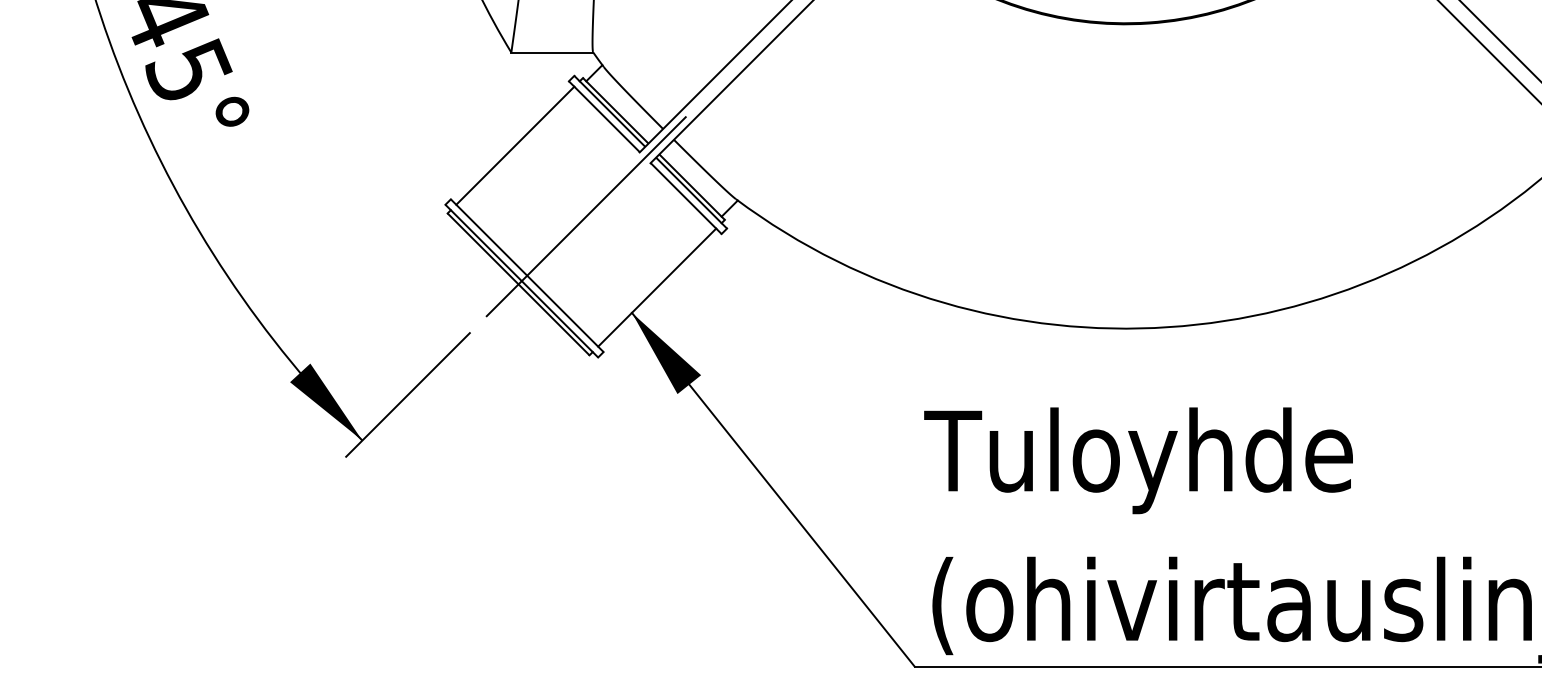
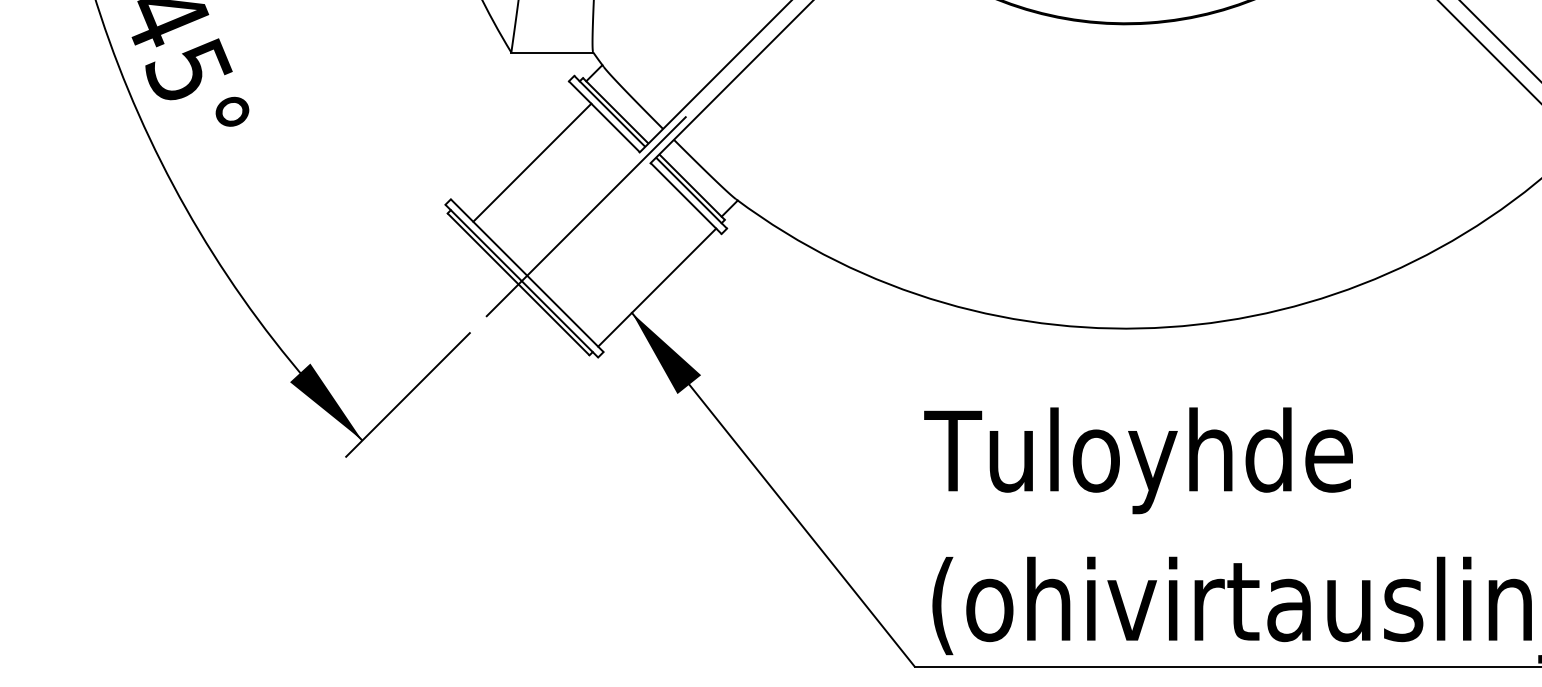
line at (515, 145) position: (515, 145) -> (532, 162)
